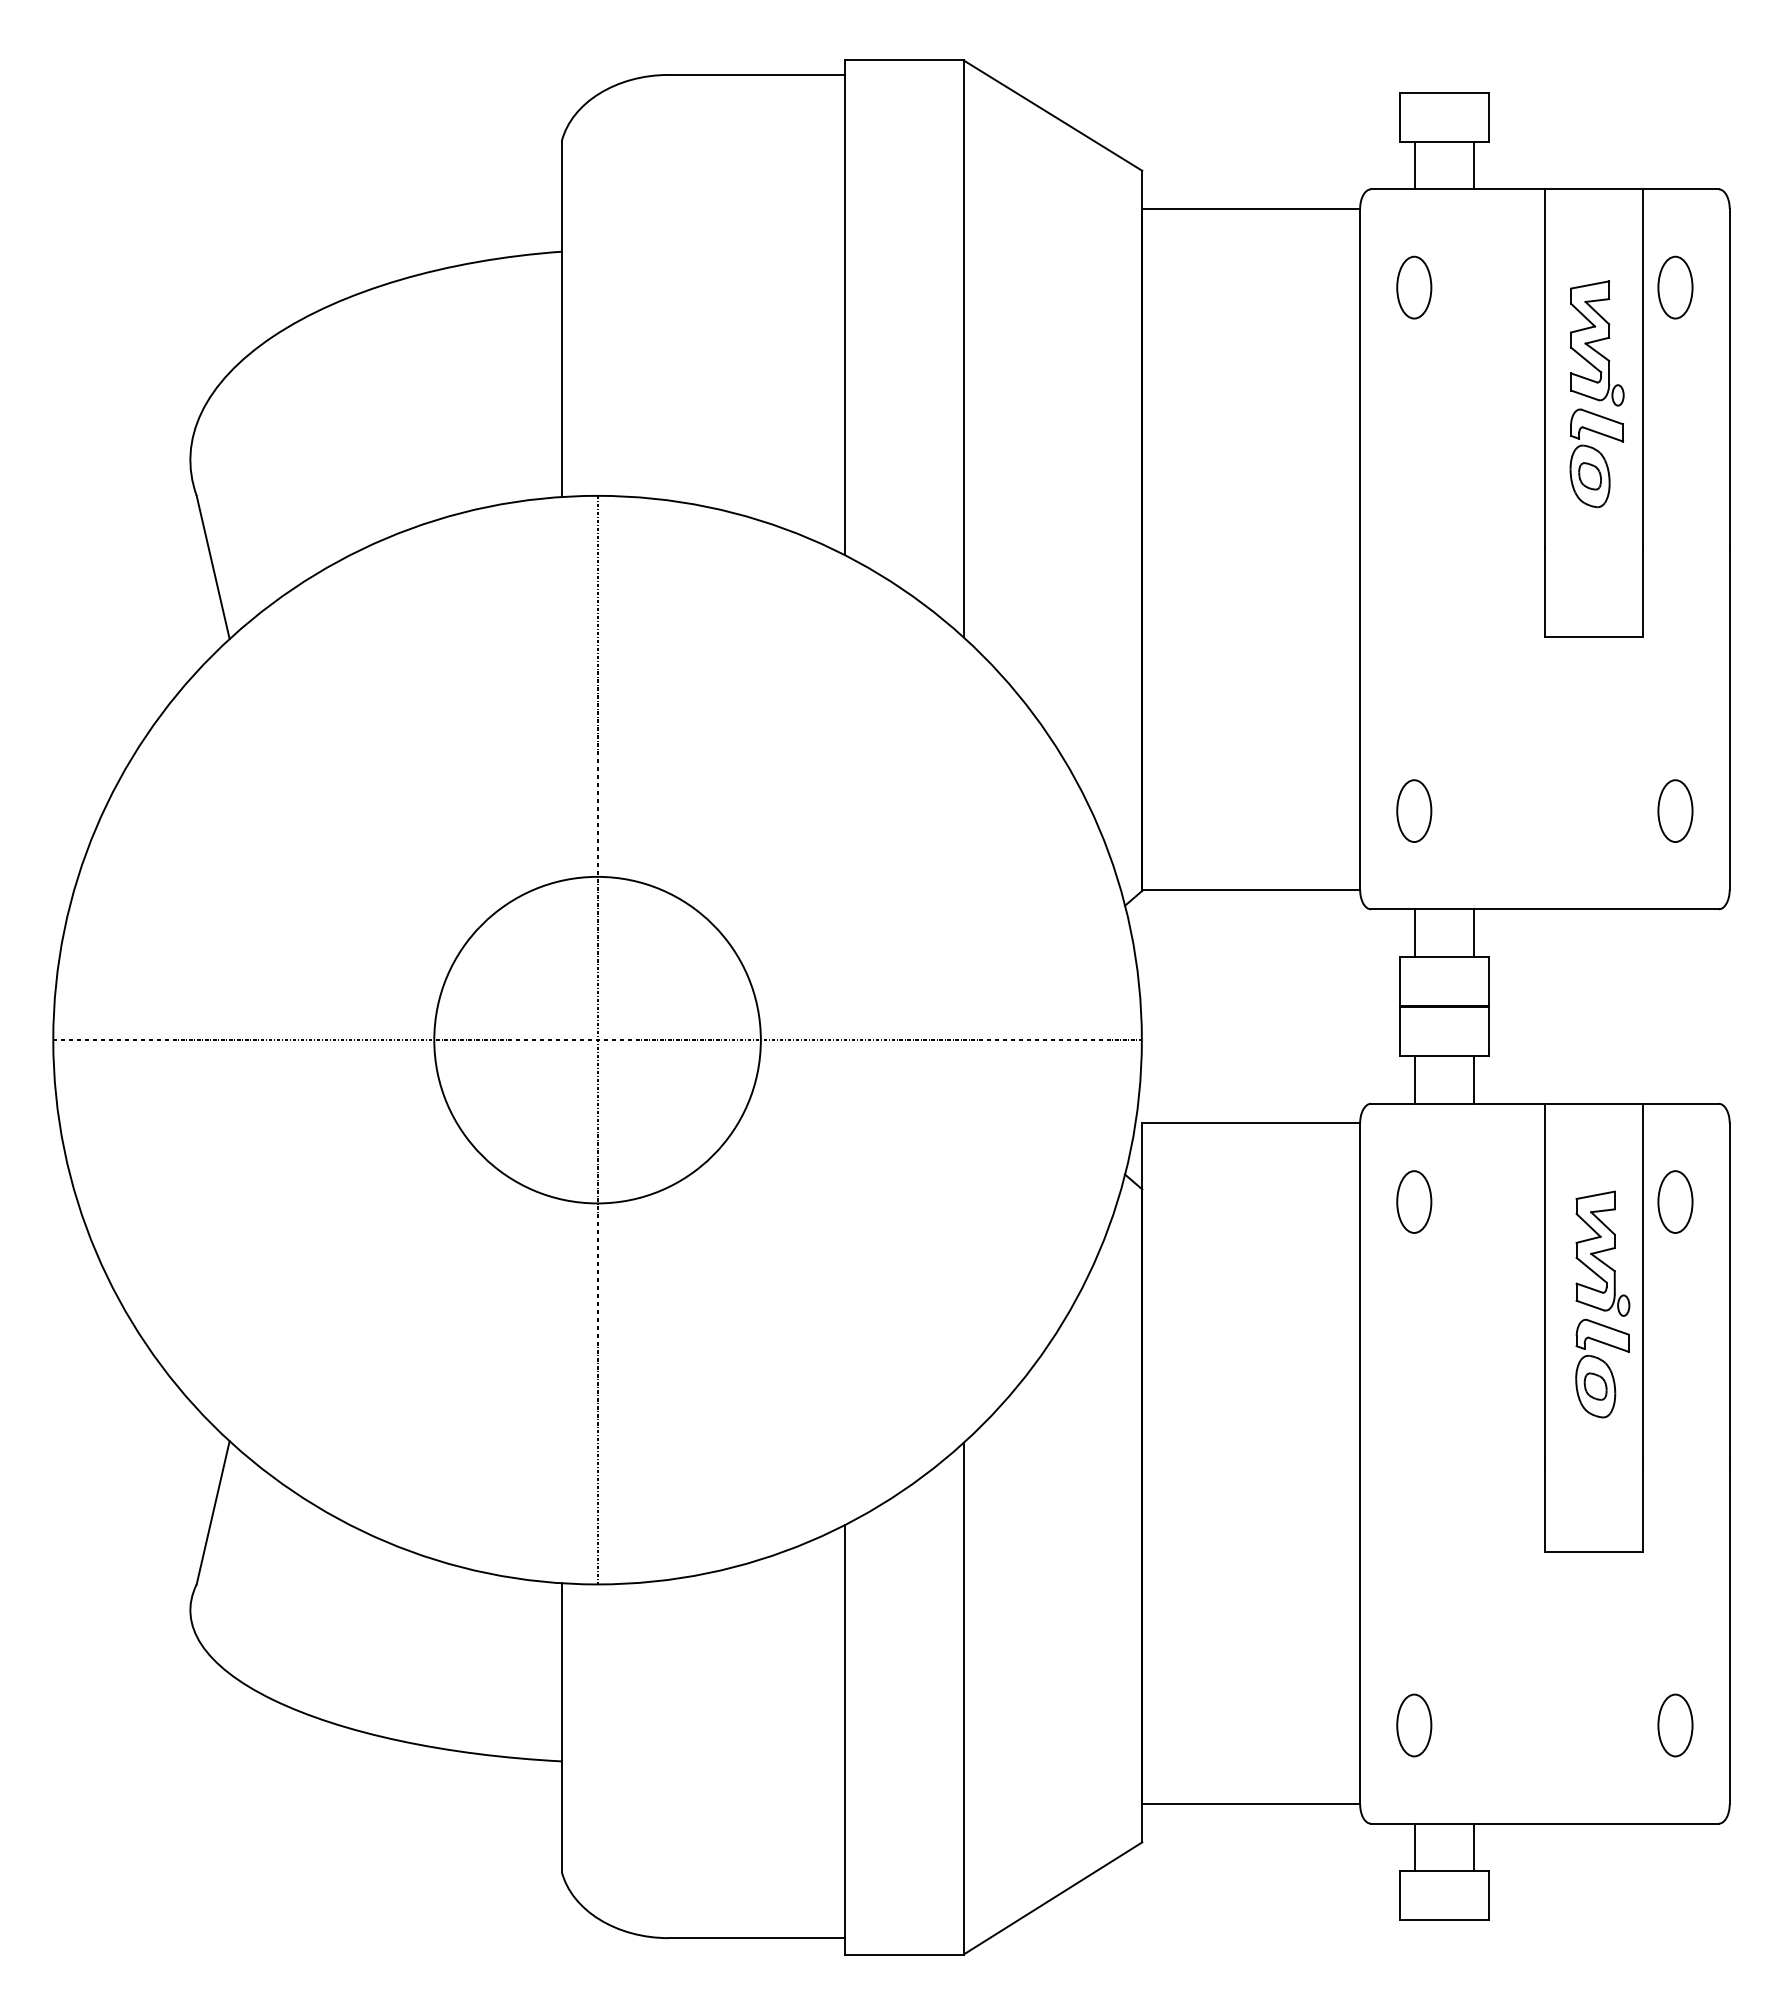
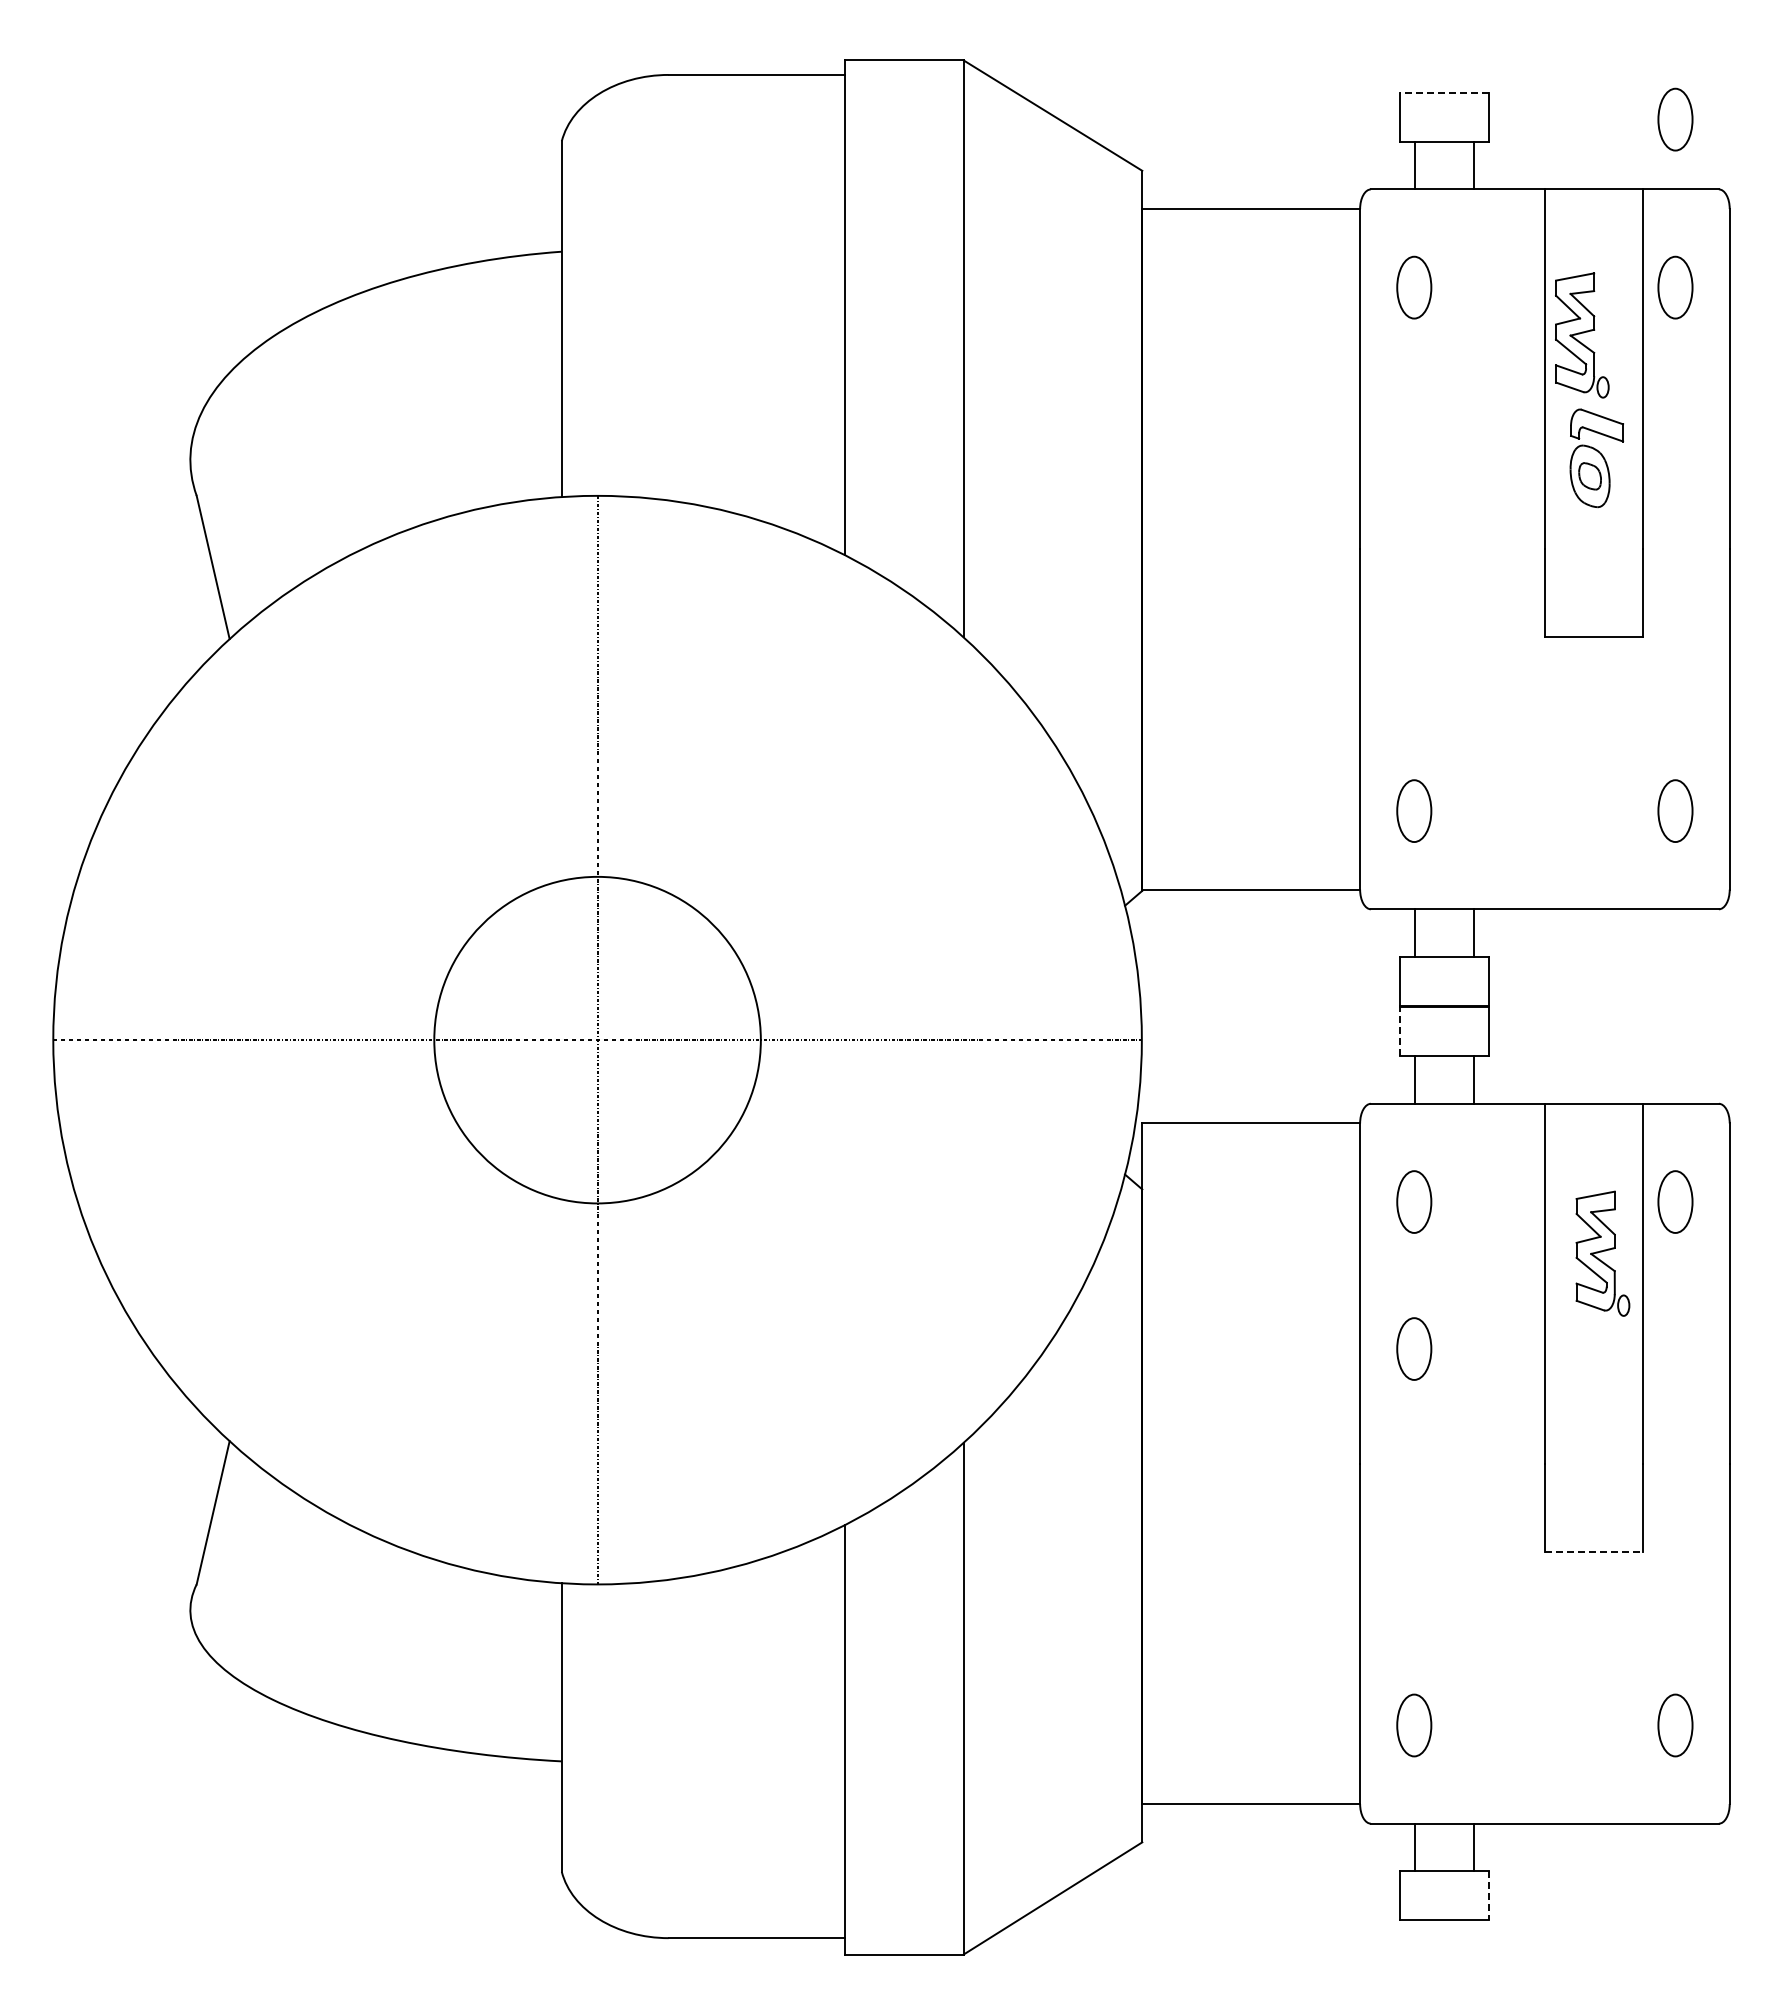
line at (1443, 92): solid -> dashed
part at (1675, 119): none -> present
part at (1597, 343) position: (1597, 343) -> (1582, 335)
line at (1400, 1031): solid -> dashed
part at (1414, 1348): none -> present
part at (1602, 1368): present -> none
line at (1593, 1551): solid -> dashed
line at (1488, 1896): solid -> dashed
